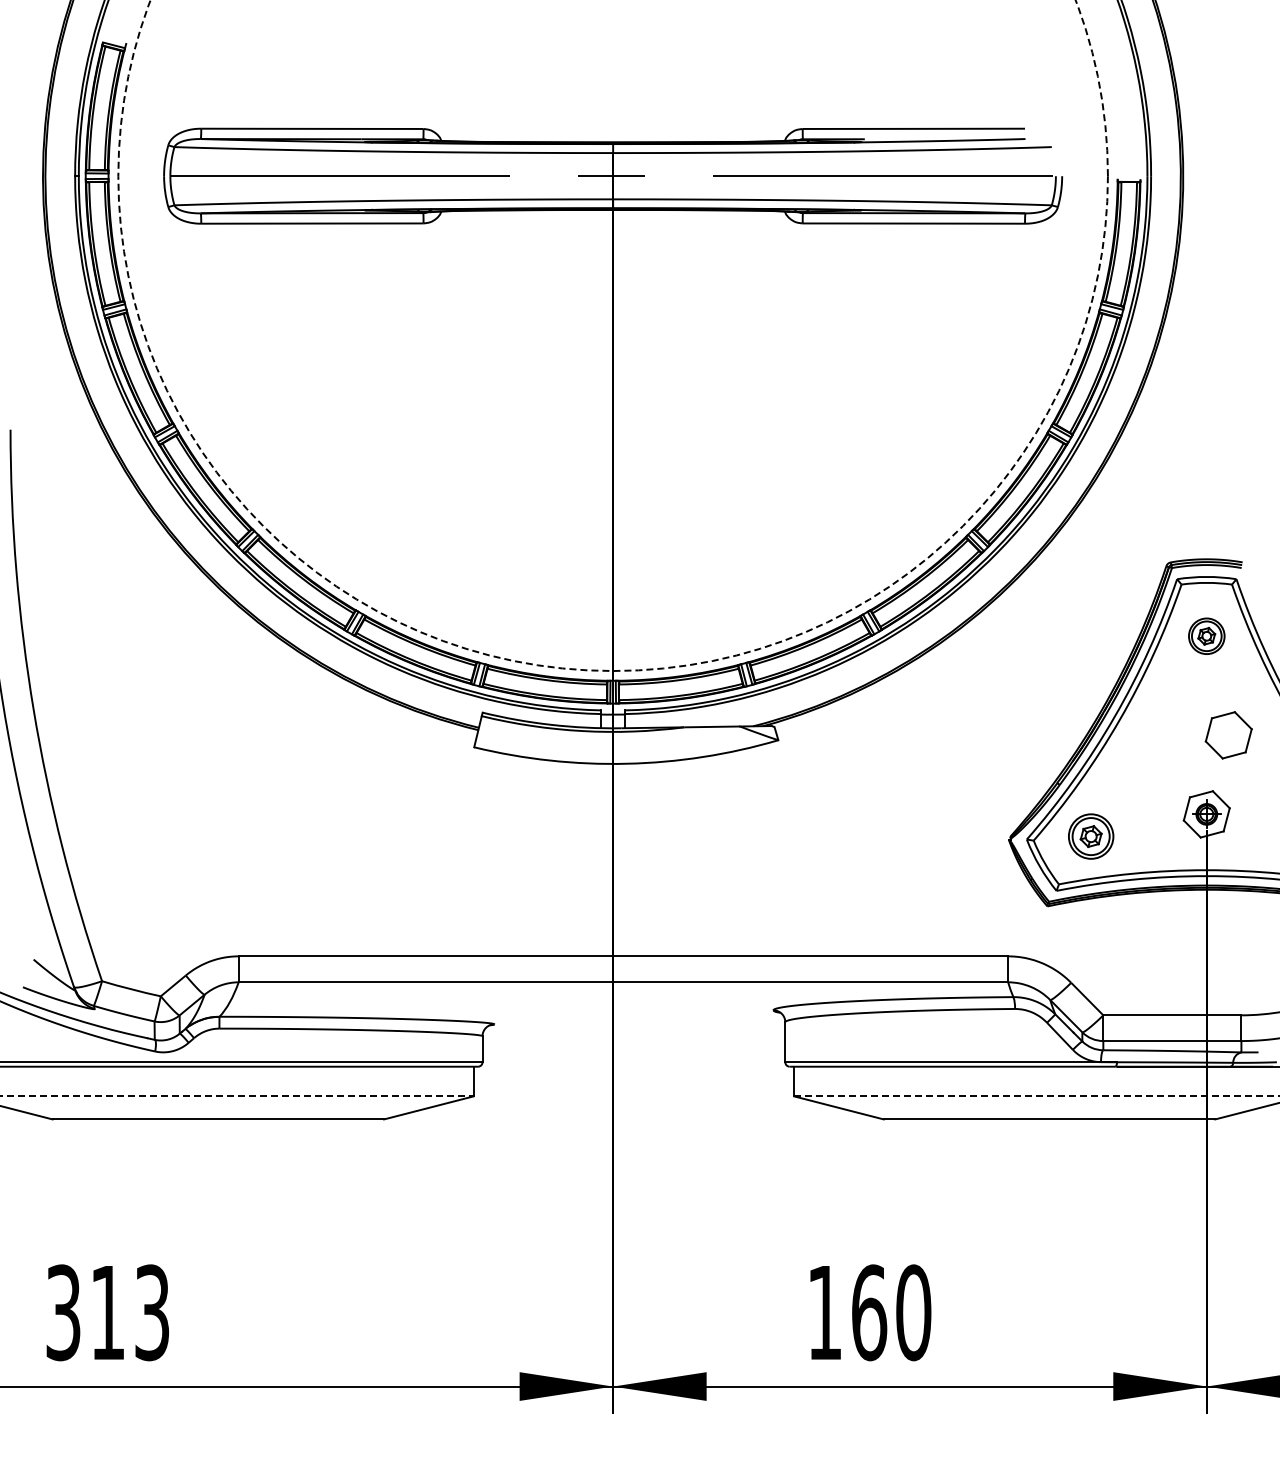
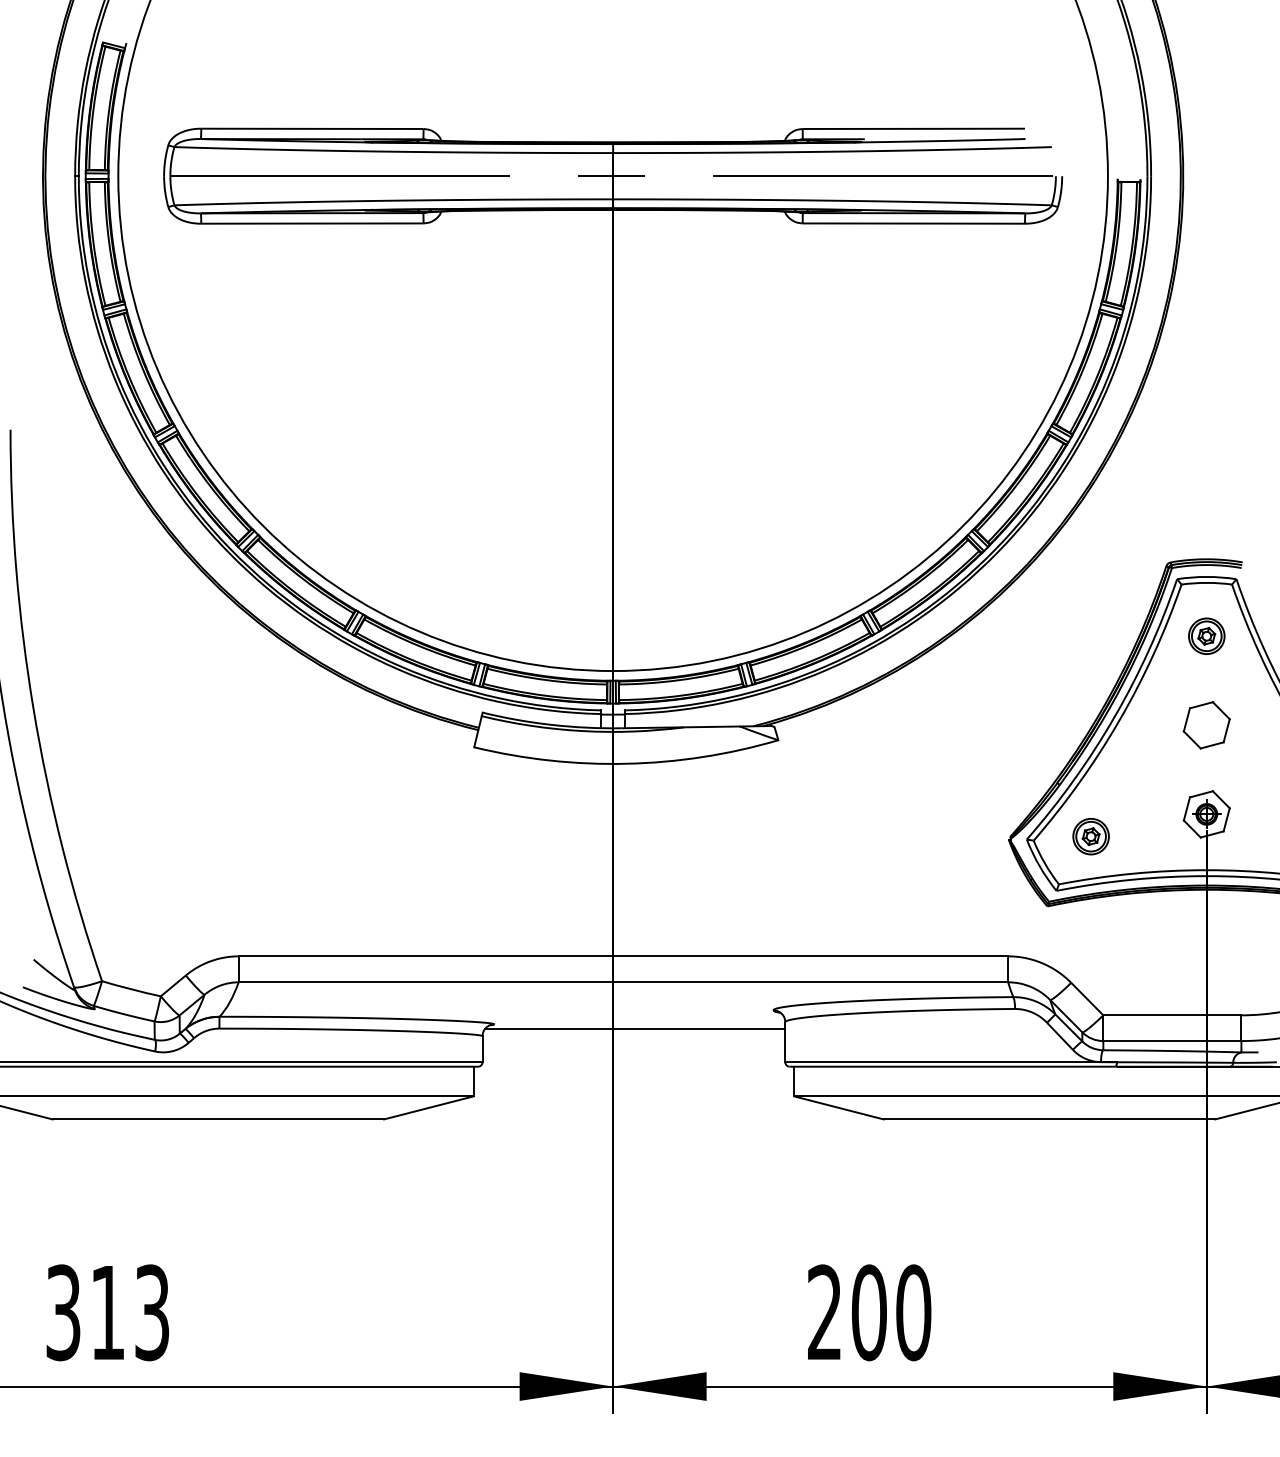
circle at (612, 335): dashed -> solid
part at (1228, 735) position: (1228, 735) -> (1206, 725)
part at (1091, 836) size: 47x47 px -> 38x38 px
line at (634, 1029): none -> present
line at (236, 1096): dashed -> solid
line at (1036, 1096): dashed -> solid
text at (847, 1312): 160 -> 200
